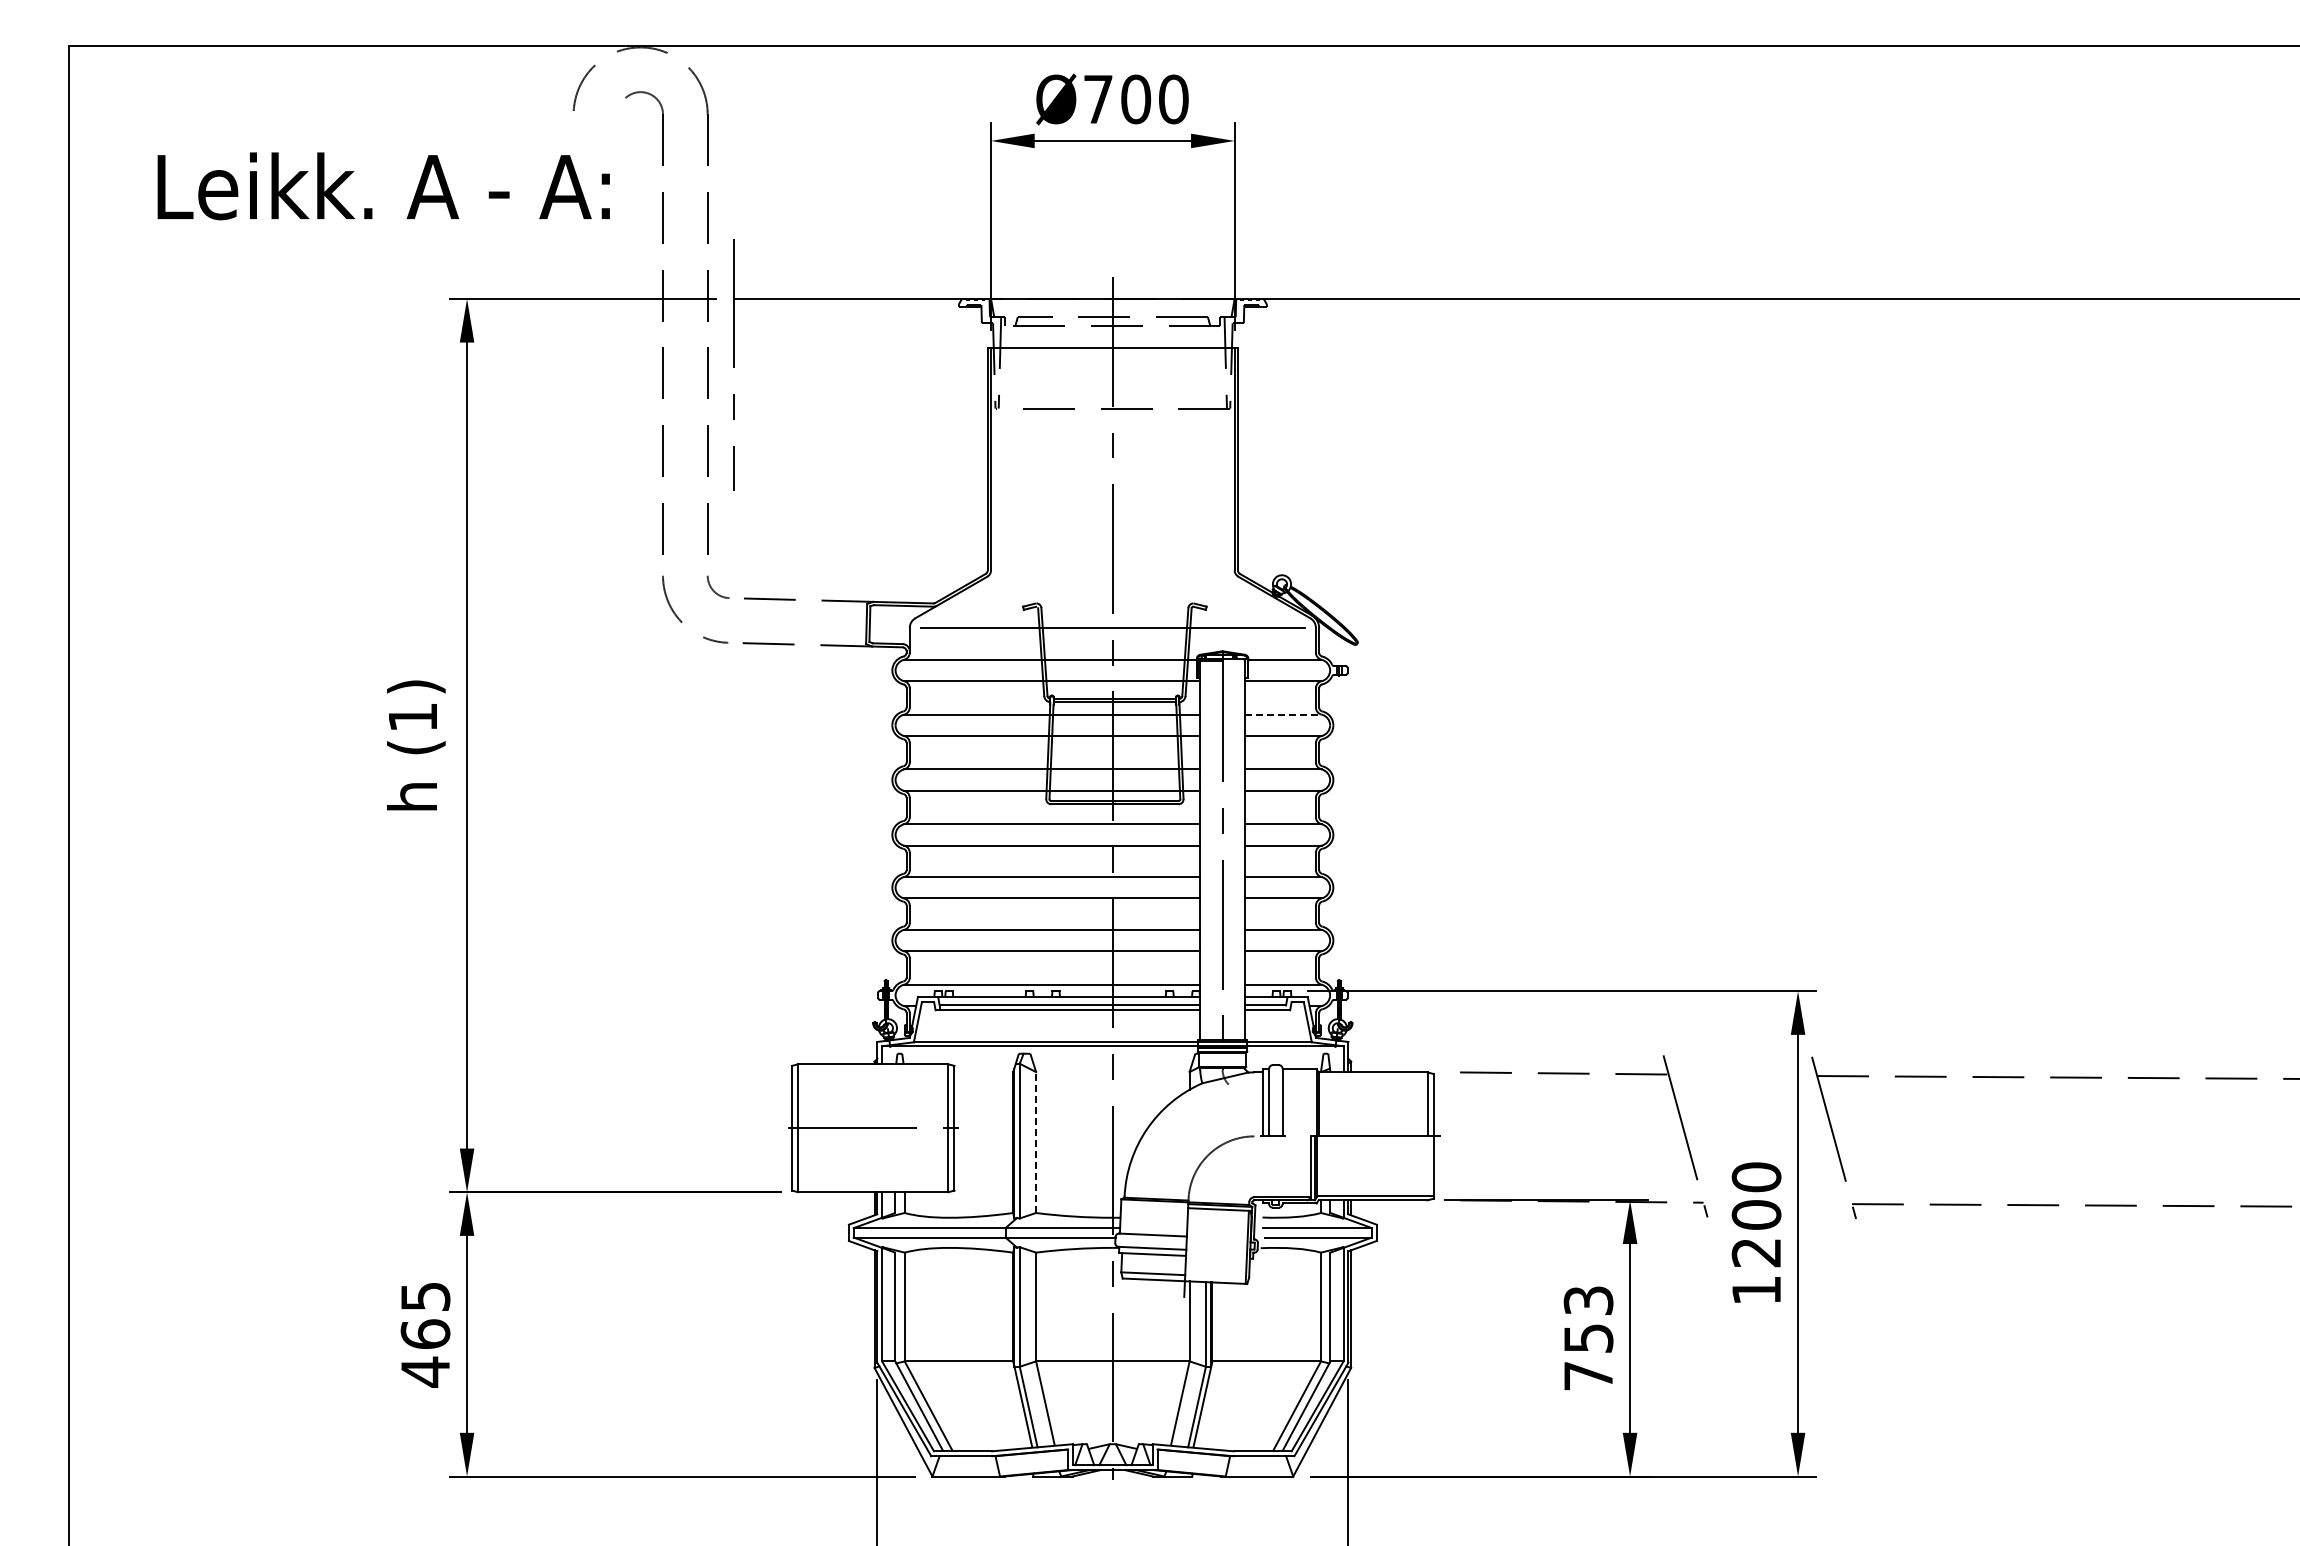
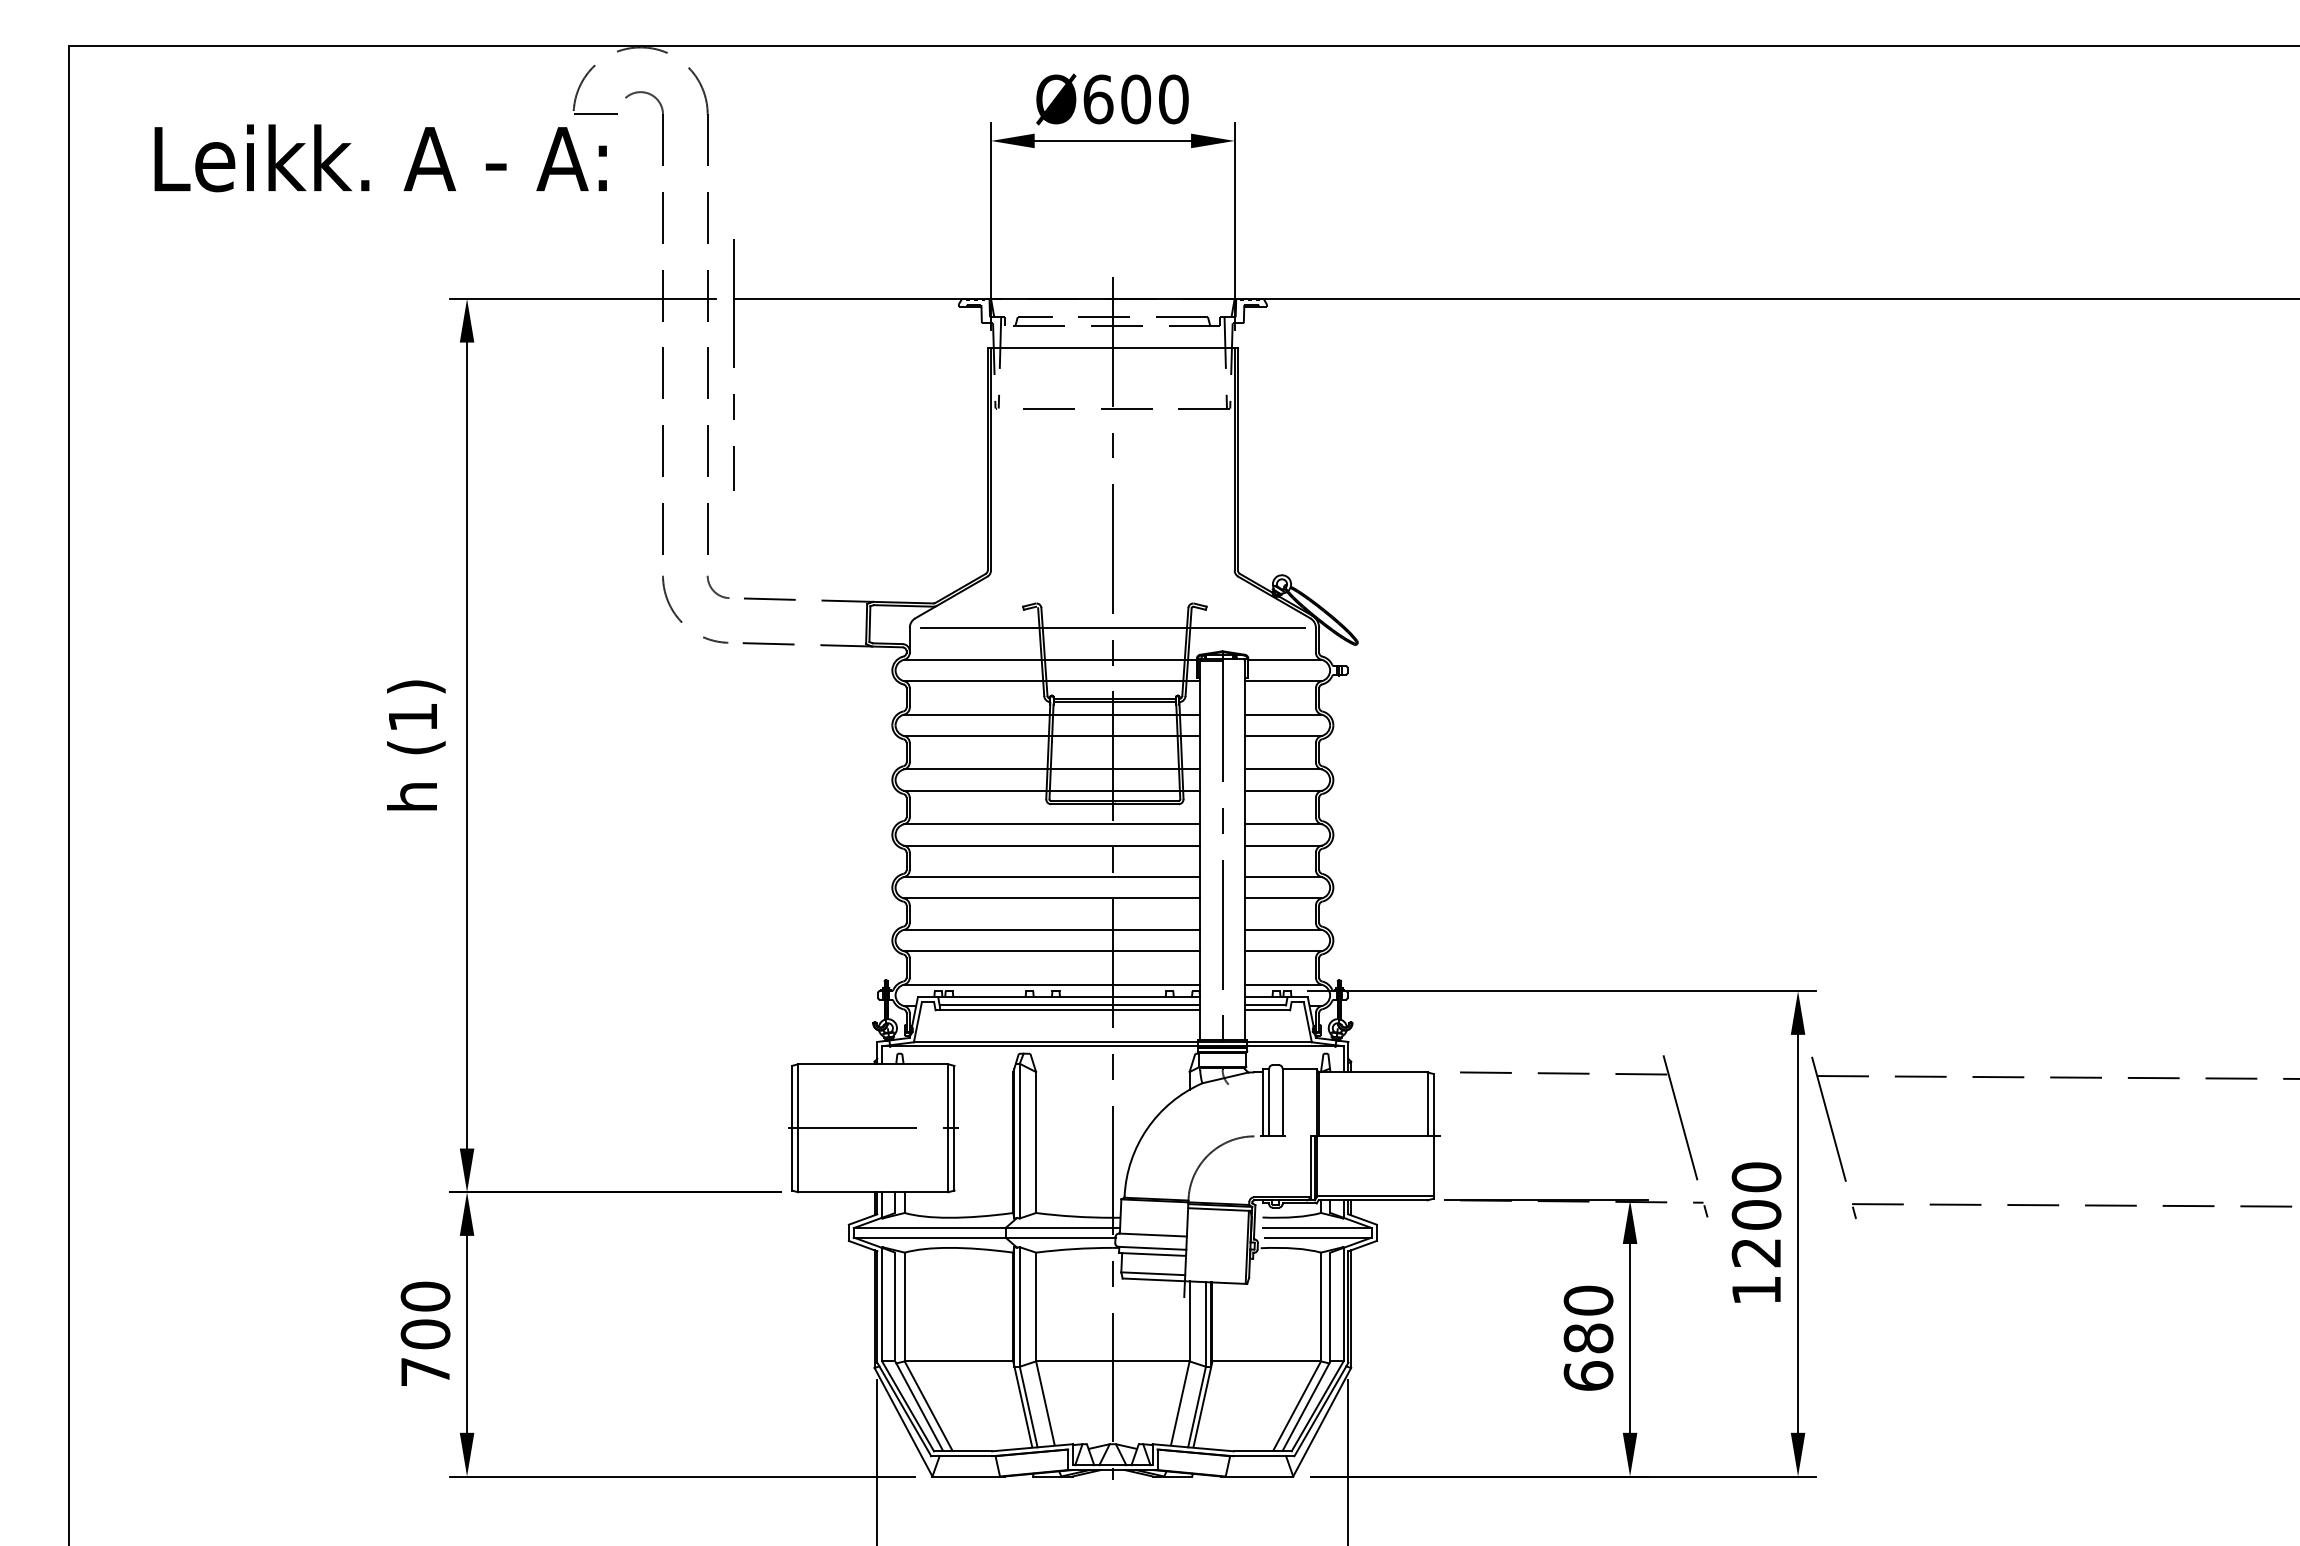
text at (1098, 99): Ø700 -> Ø600
line at (595, 114): none -> present
text at (383, 186) position: (383, 186) -> (380, 158)
line at (1283, 714): dashed -> solid
line at (1036, 1142): dashed -> solid
text at (425, 1334): 465 -> 700
text at (1588, 1337): 753 -> 680
